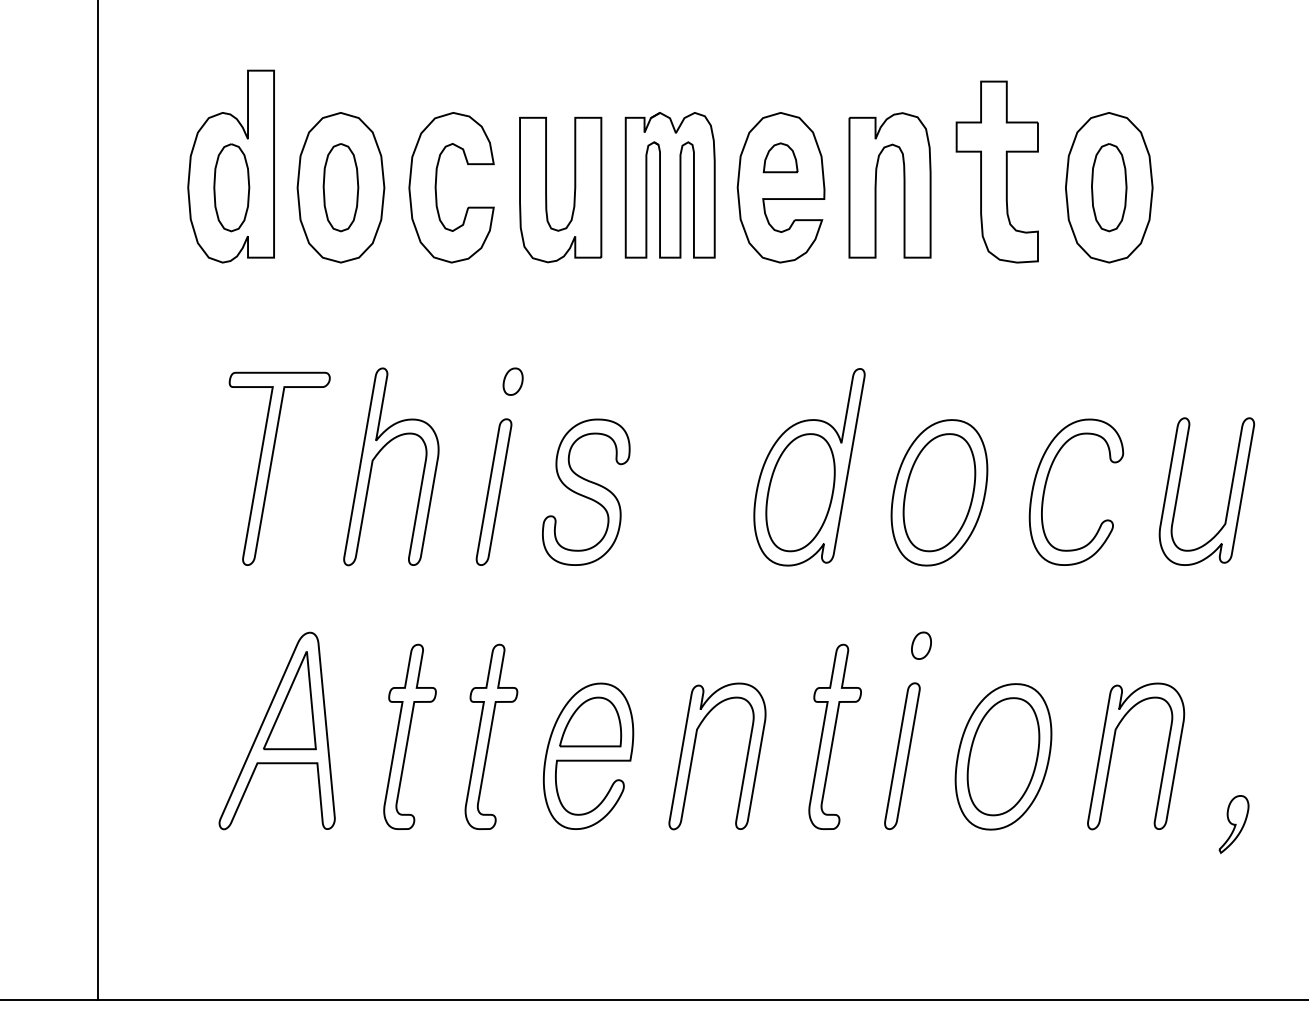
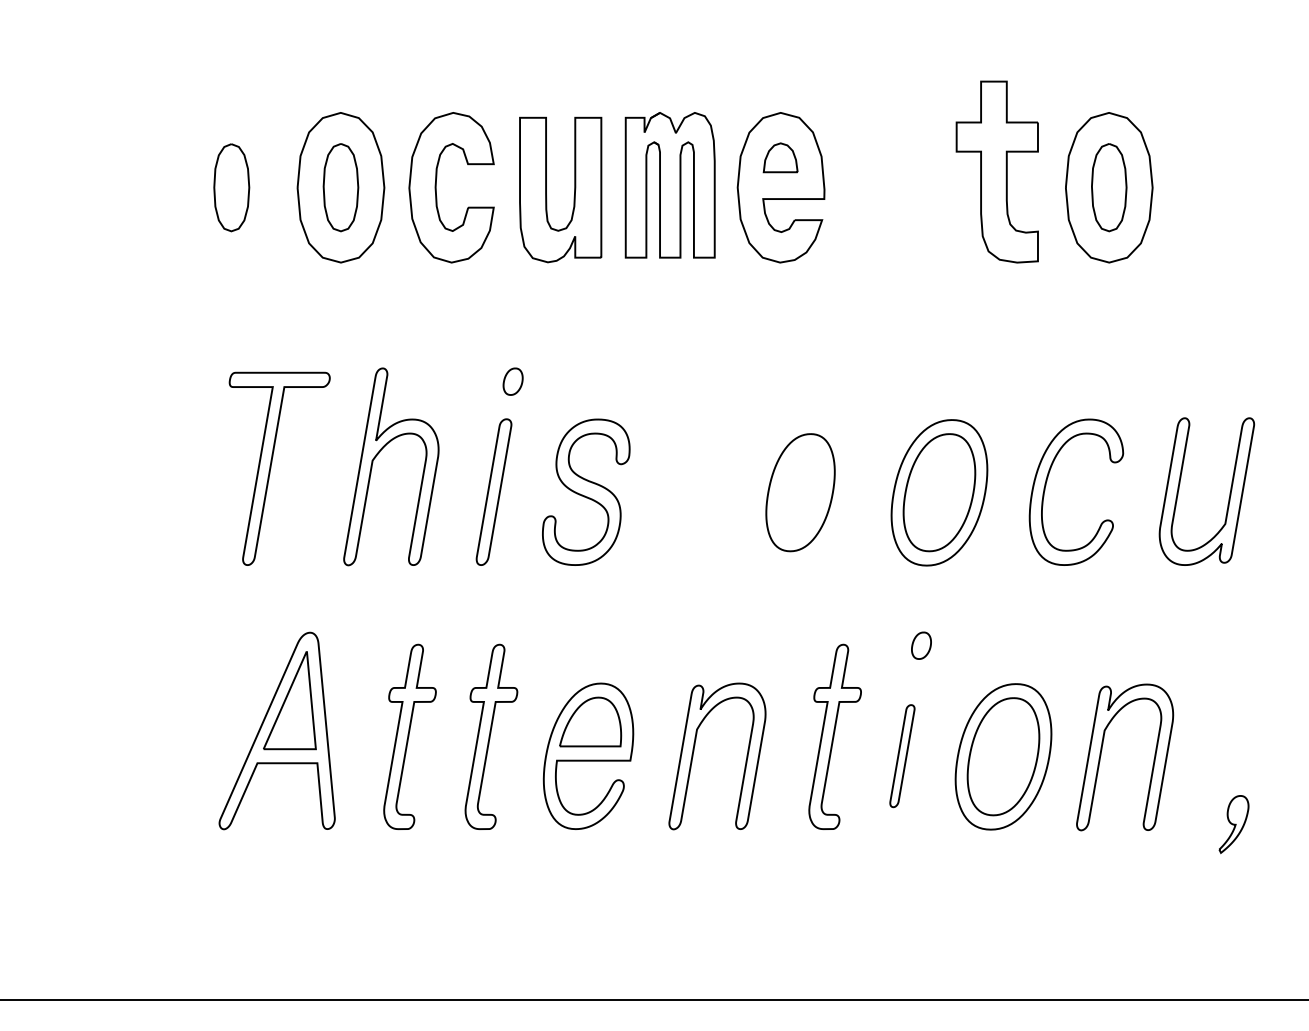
part at (230, 166): present -> none
part at (876, 185): present -> none
part at (809, 467): present -> none
line at (97, 500): present -> none
part at (902, 755) size: 37x148 px -> 27x105 px
part at (1112, 755) position: (1112, 755) -> (1101, 756)
